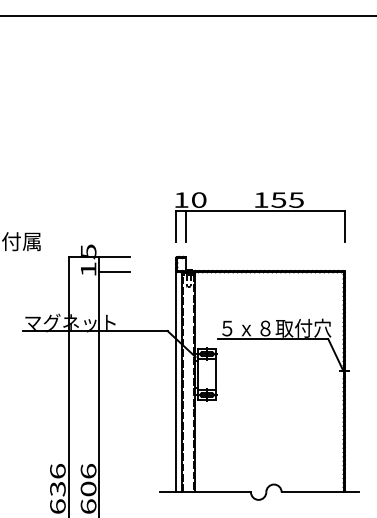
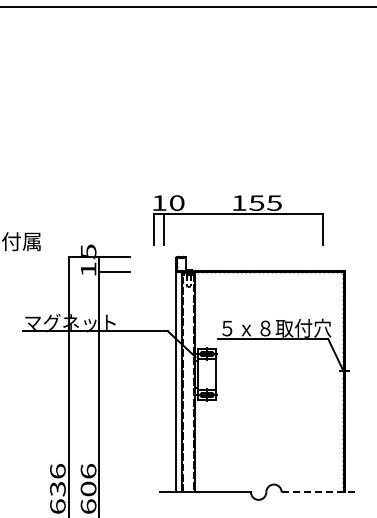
line at (187, 15) position: (187, 15) -> (187, 6)
part at (260, 217) position: (260, 217) -> (238, 220)
line at (320, 492): solid -> dashed
